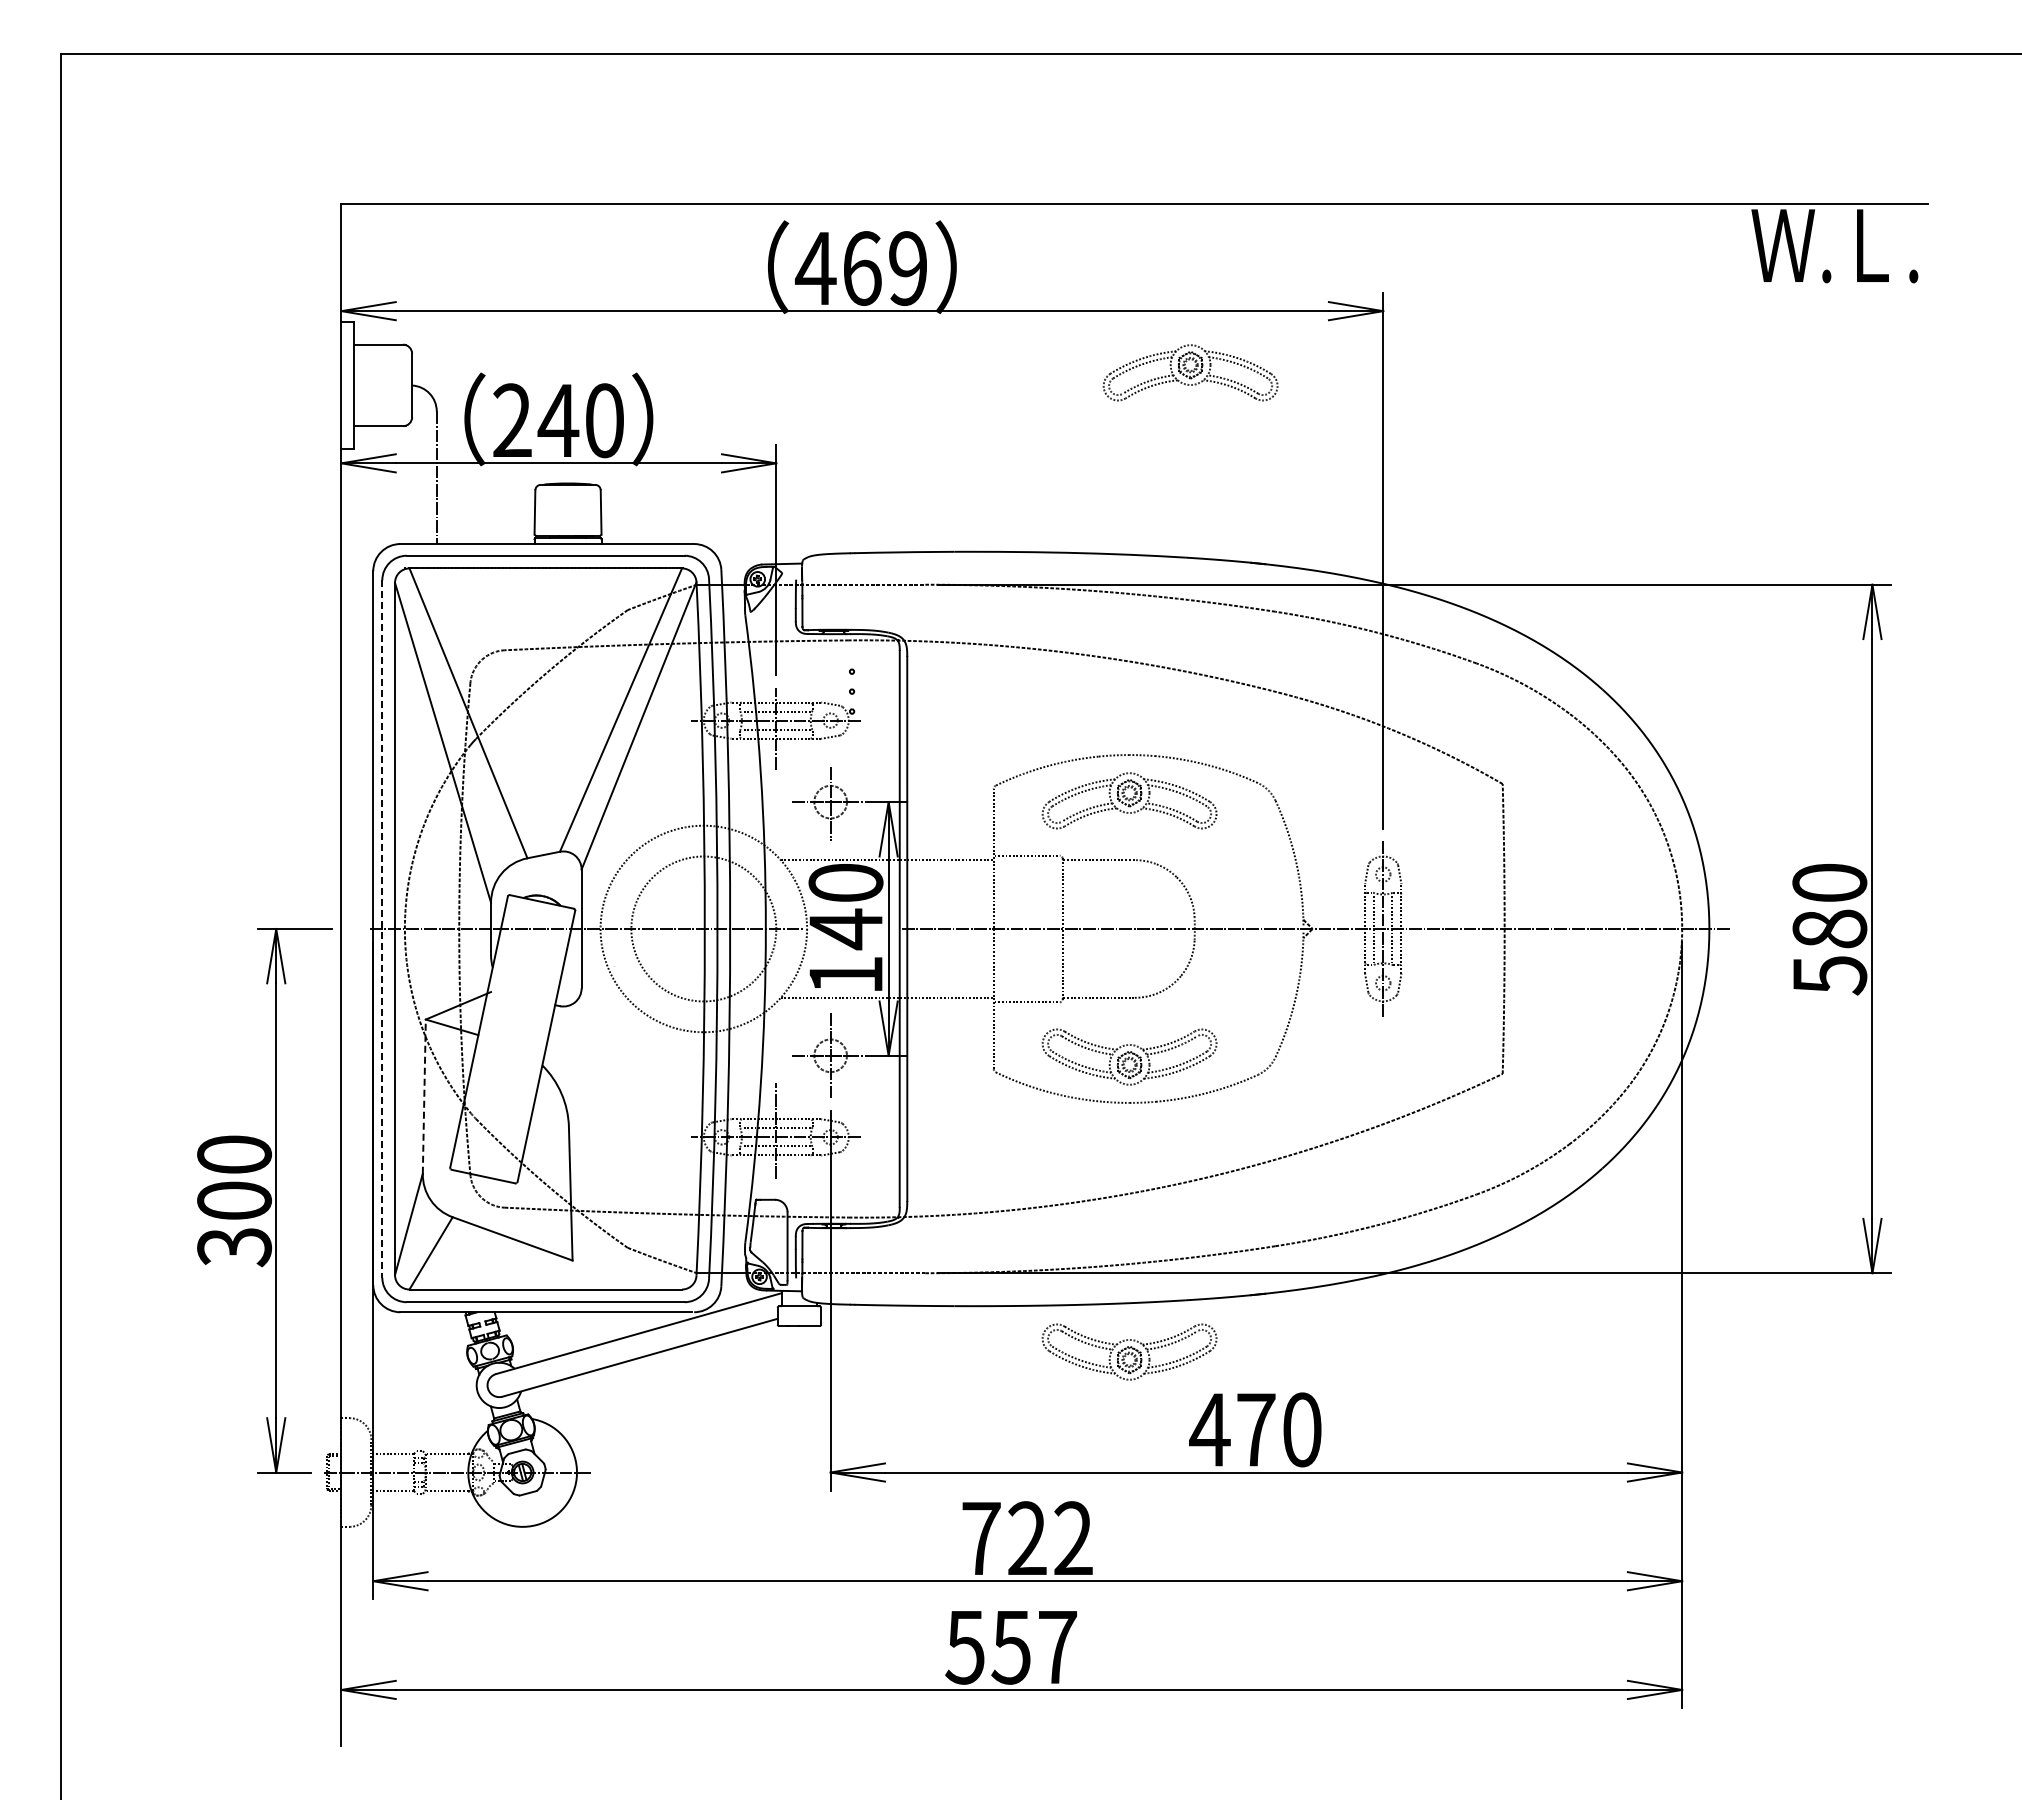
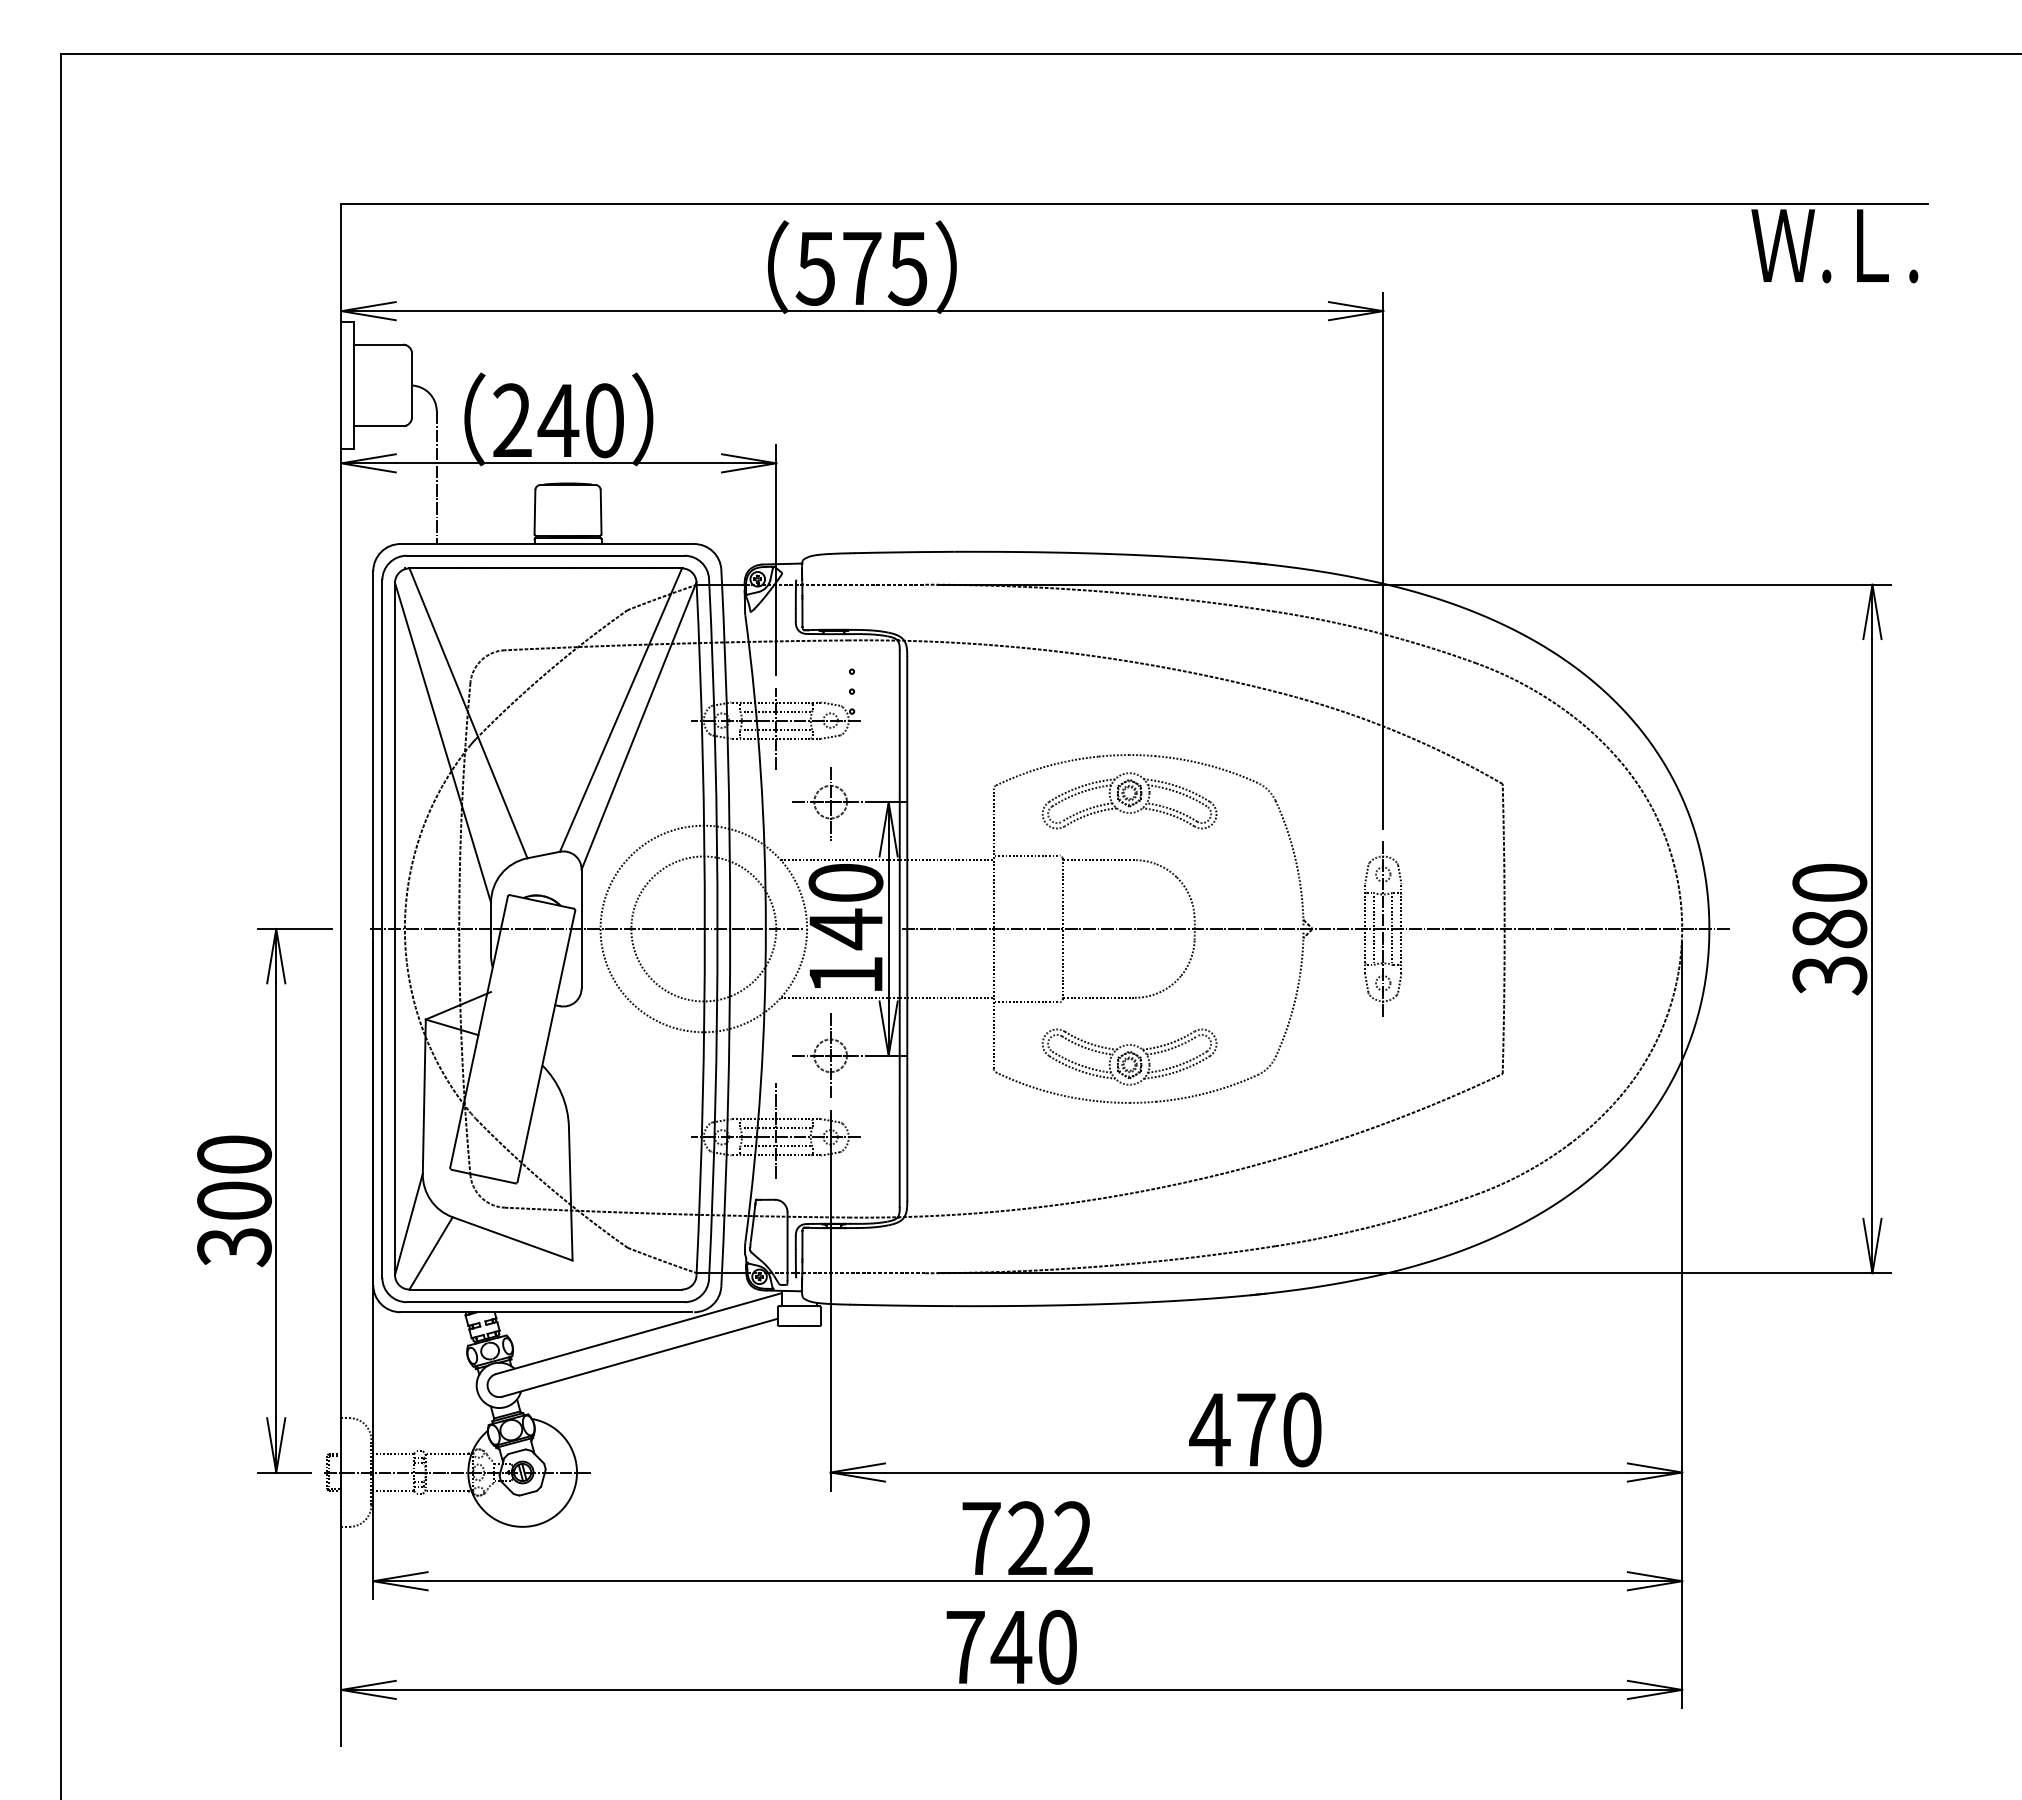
text at (860, 268): 469 -> 575
part at (1190, 372): present -> none
line at (382, 928): dashed -> solid
text at (1829, 975): 580 -> 380
line at (424, 1096): dashed -> solid
part at (1129, 1351): present -> none
text at (1010, 1646): 557 -> 740
